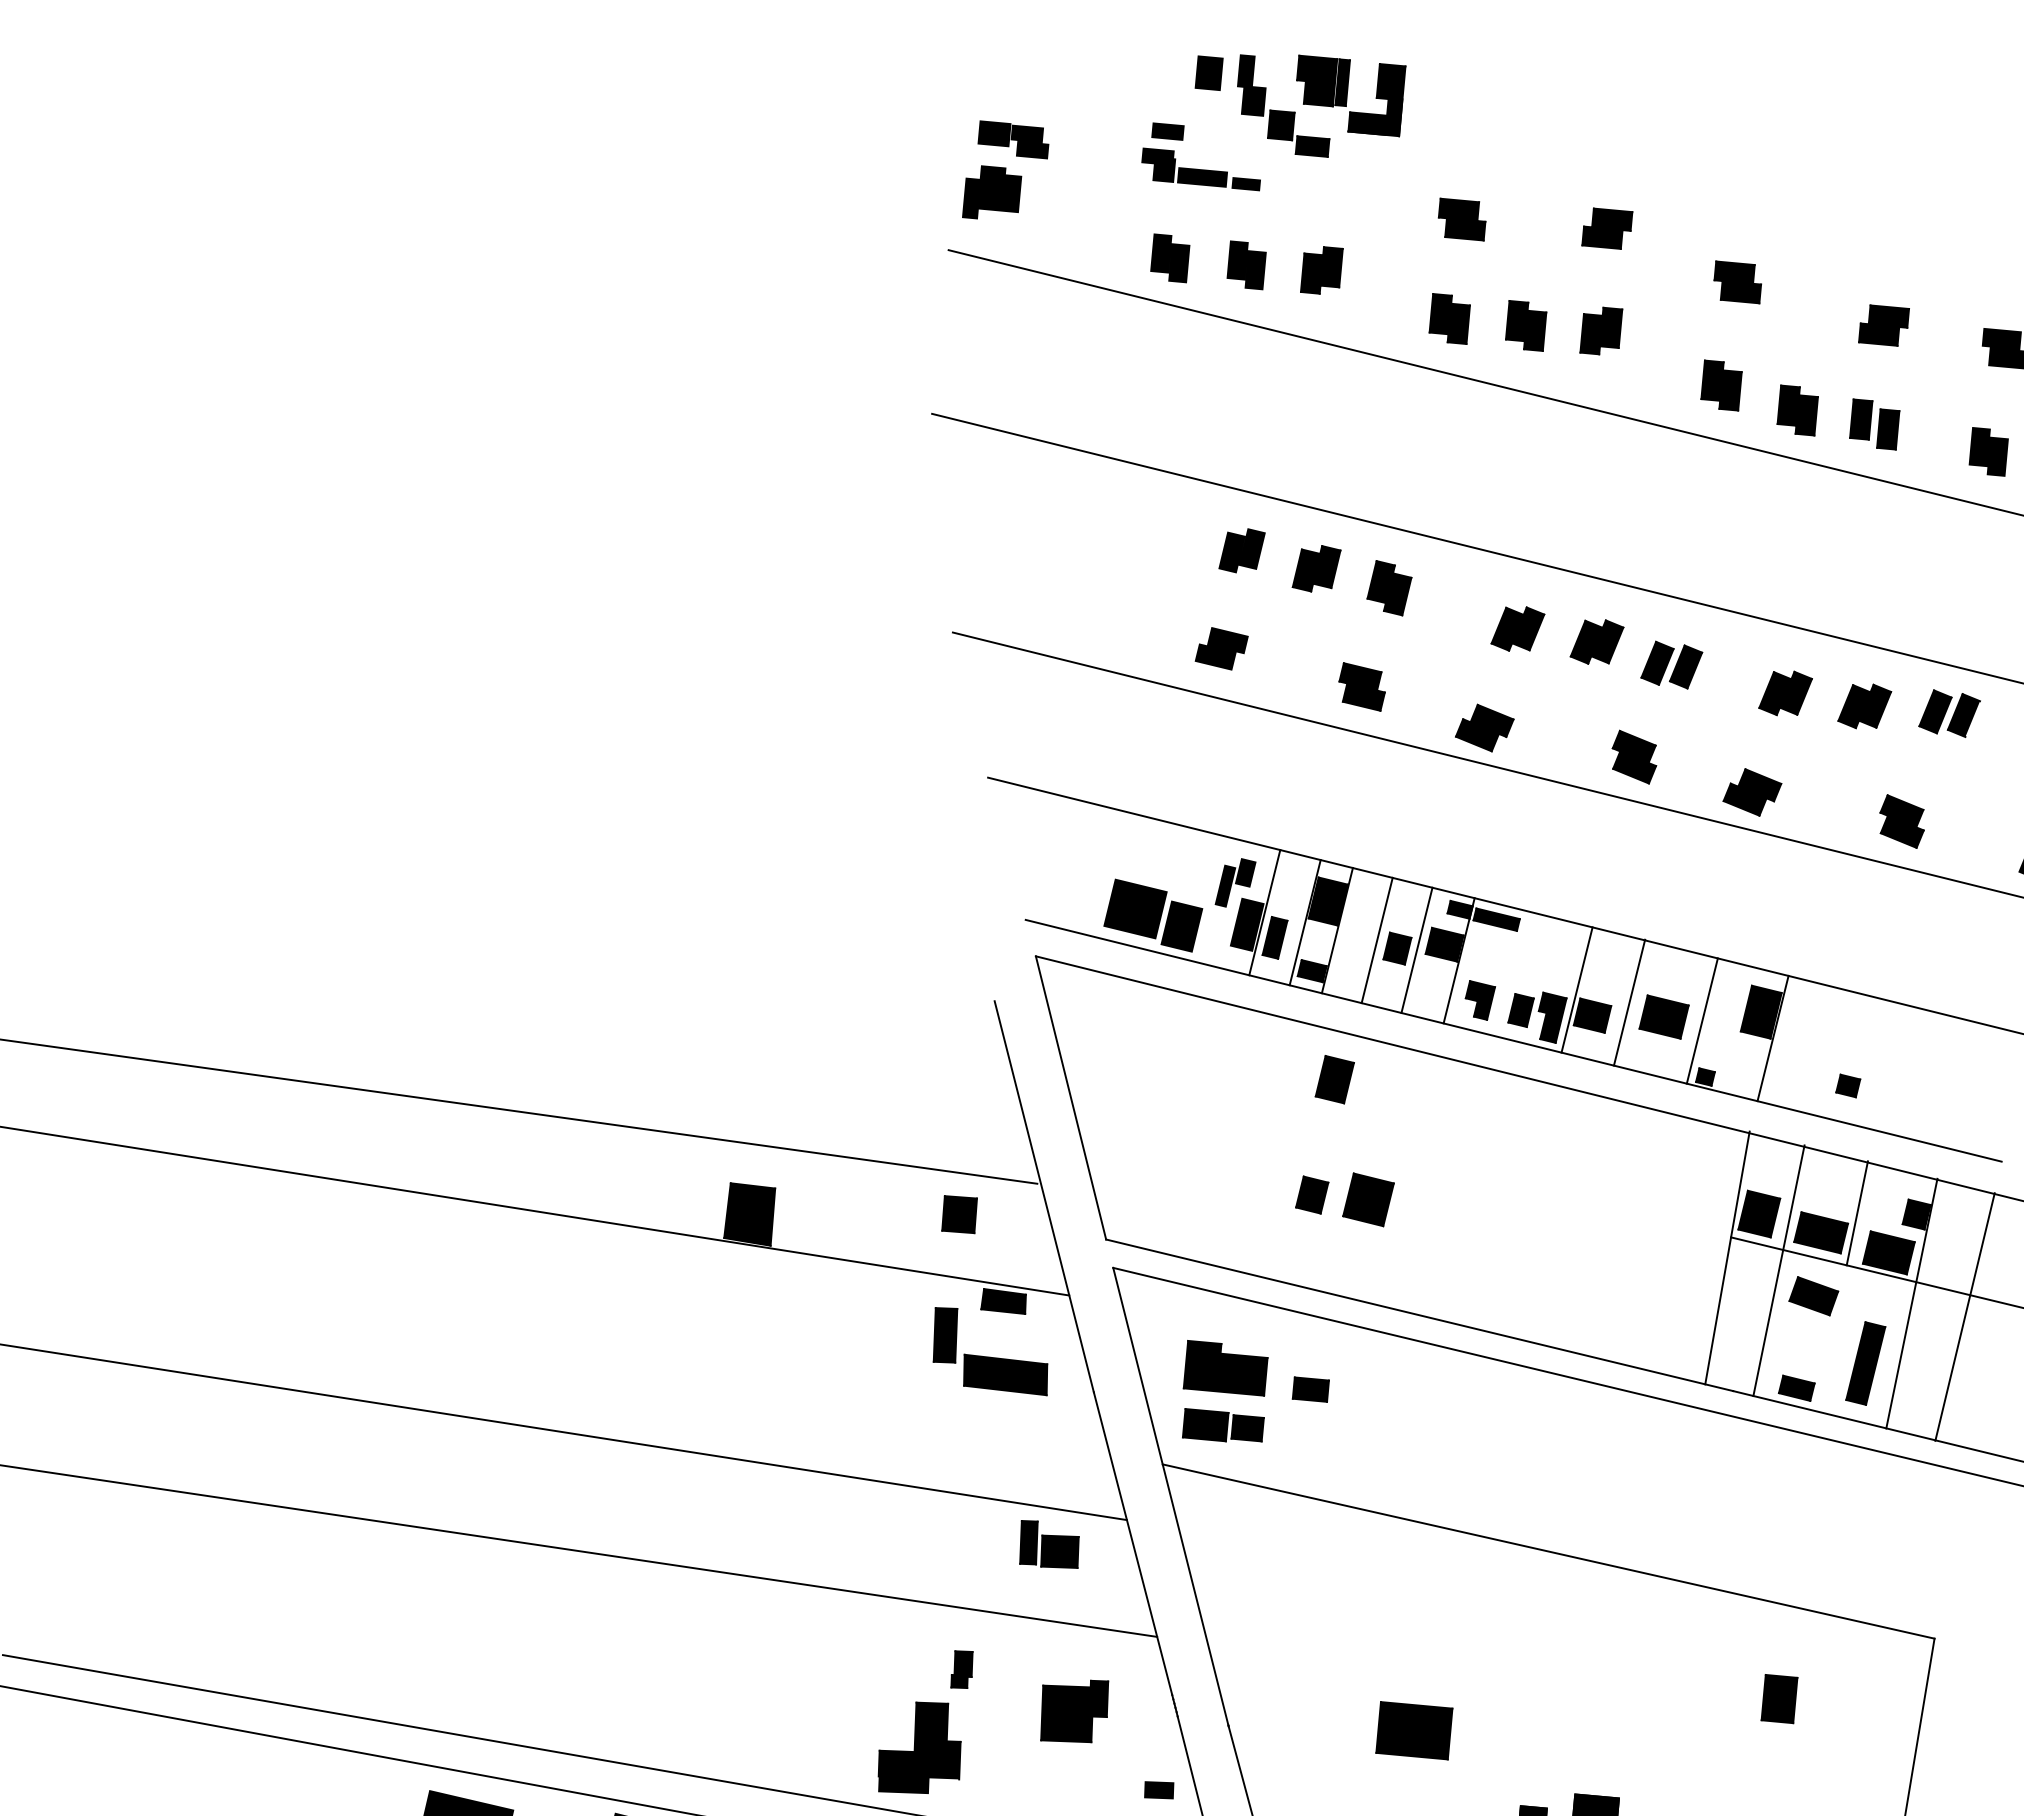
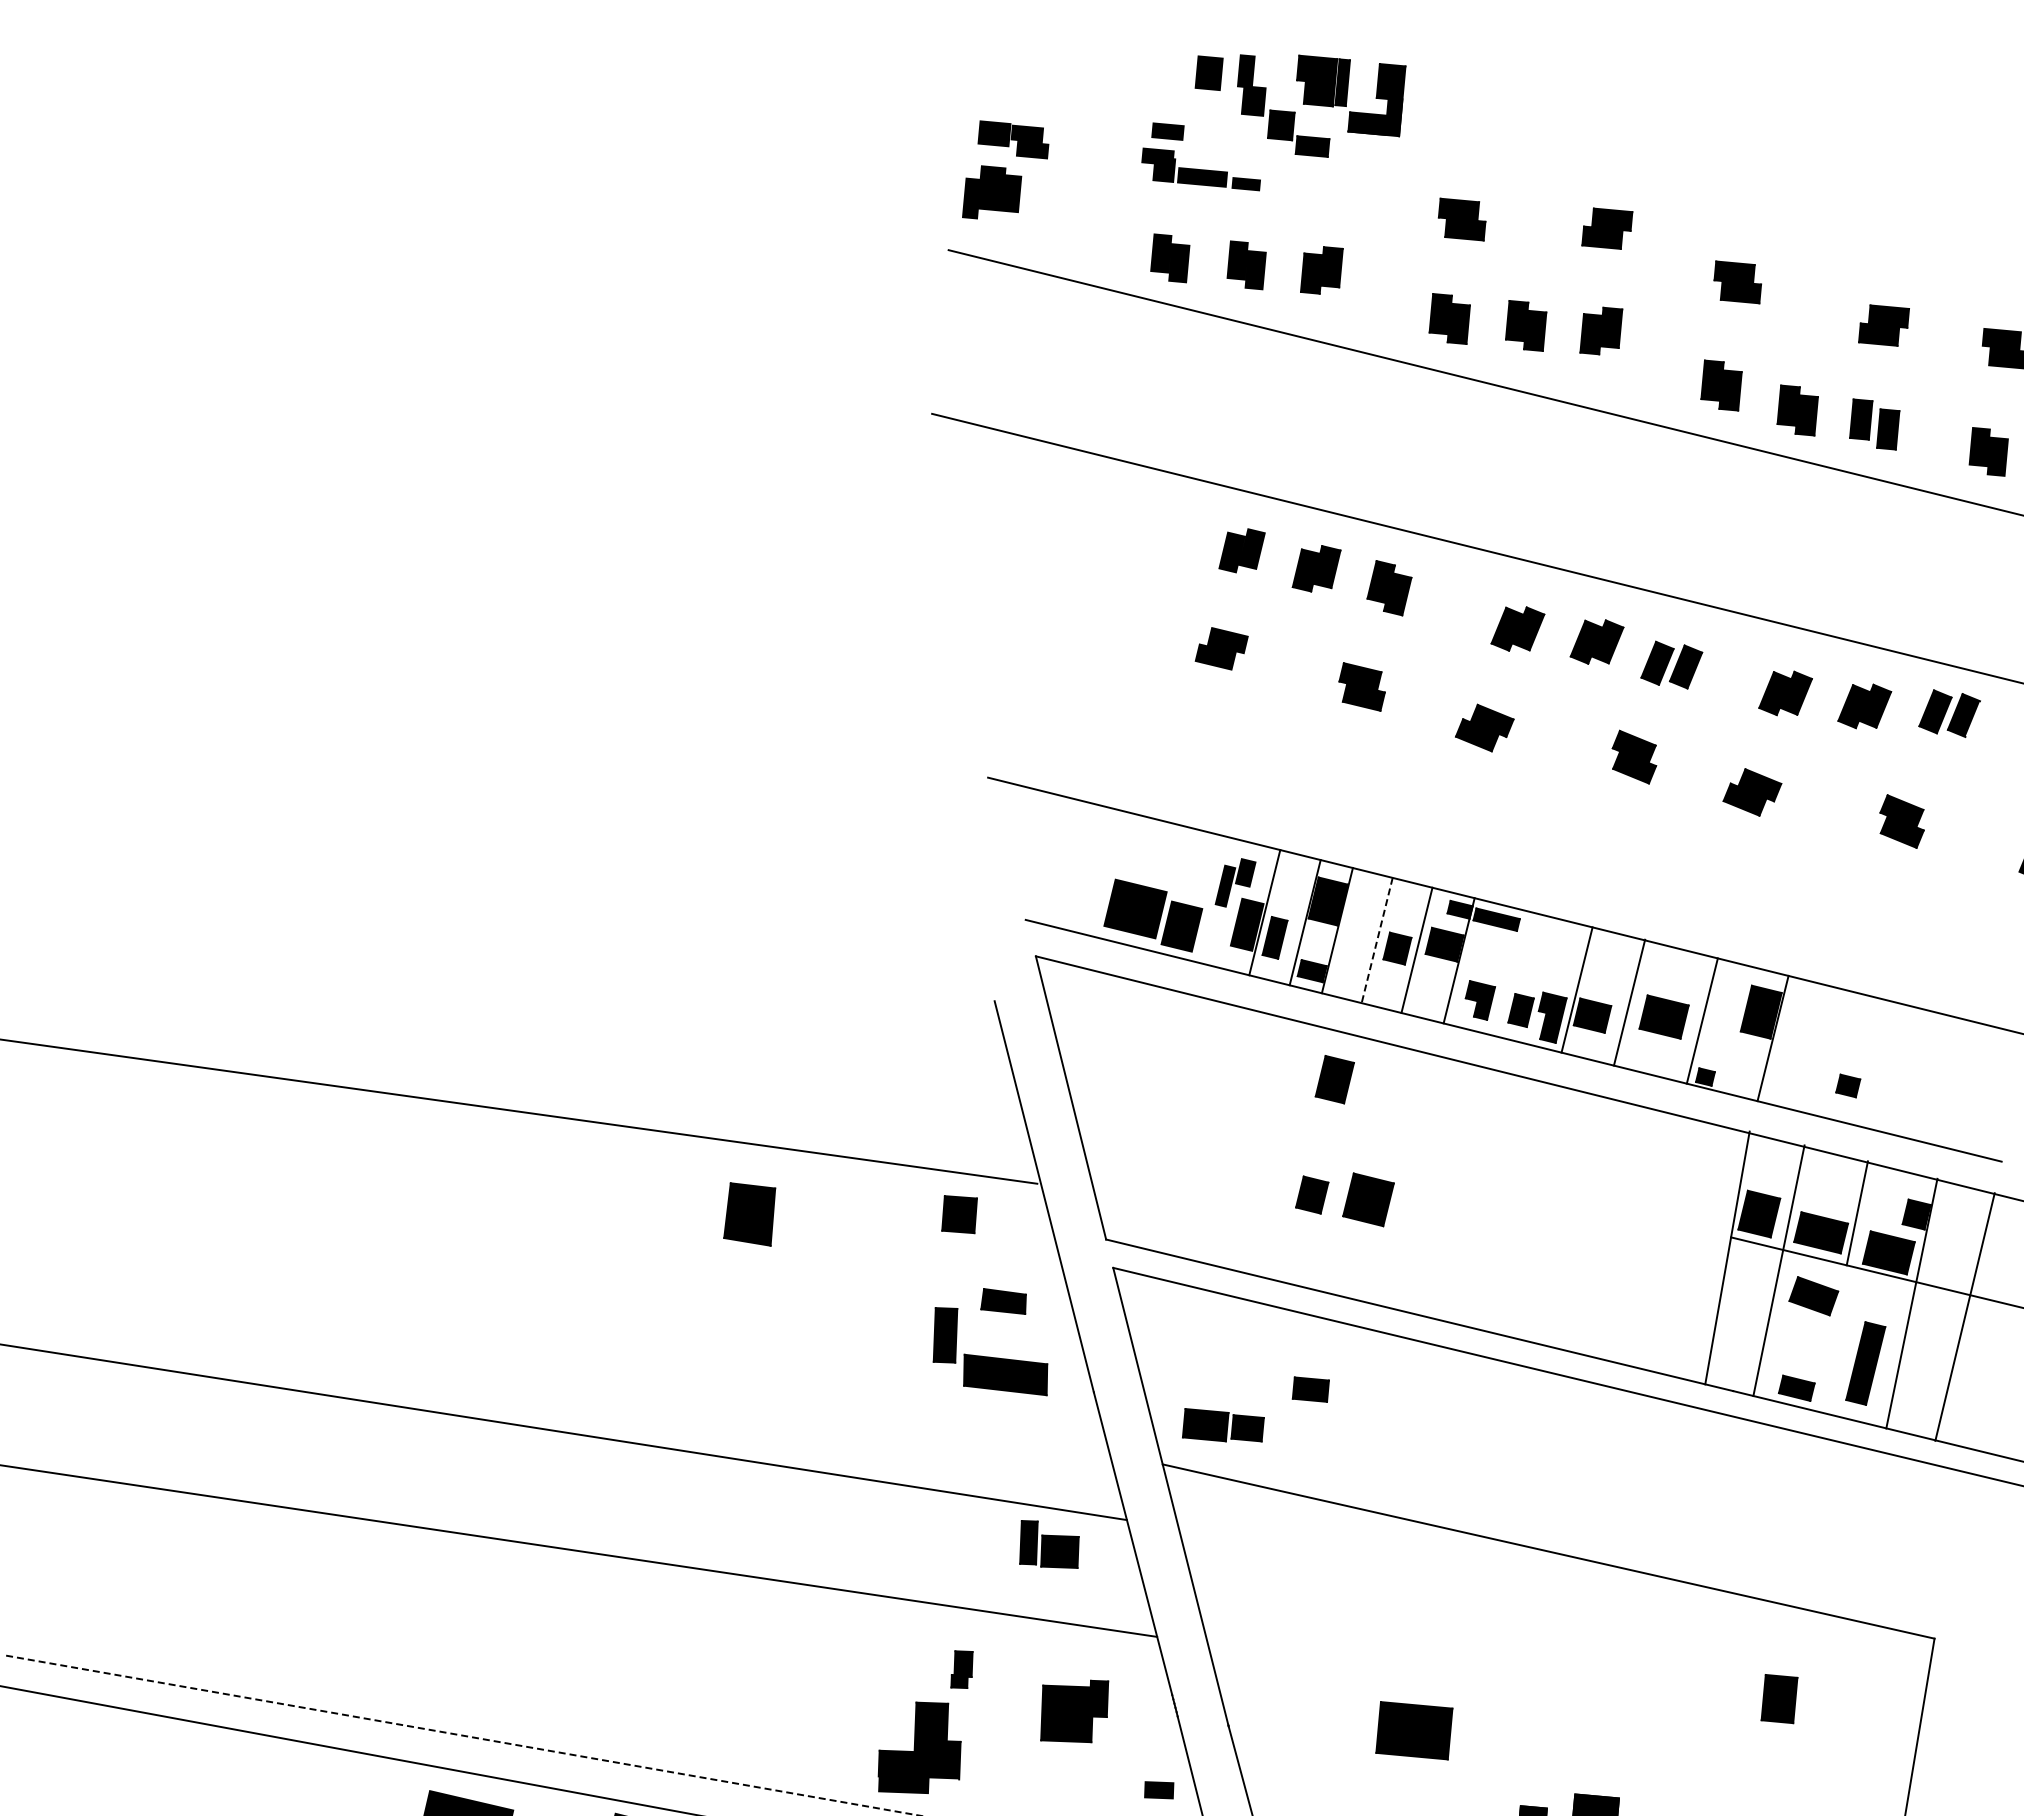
line at (1486, 764): present -> none
line at (1377, 940): solid -> dashed
line at (535, 1211): present -> none
part at (1225, 1368): present -> none
line at (461, 1735): solid -> dashed
